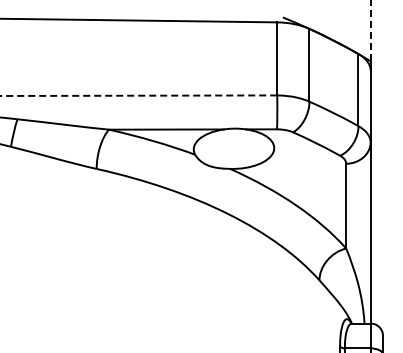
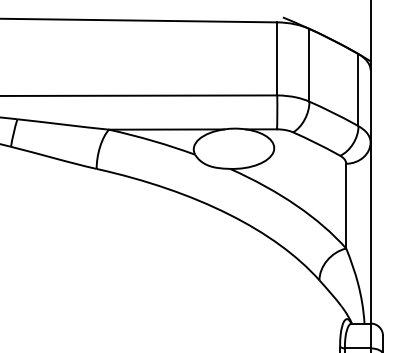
line at (370, 30): dashed -> solid
line at (138, 95): dashed -> solid
